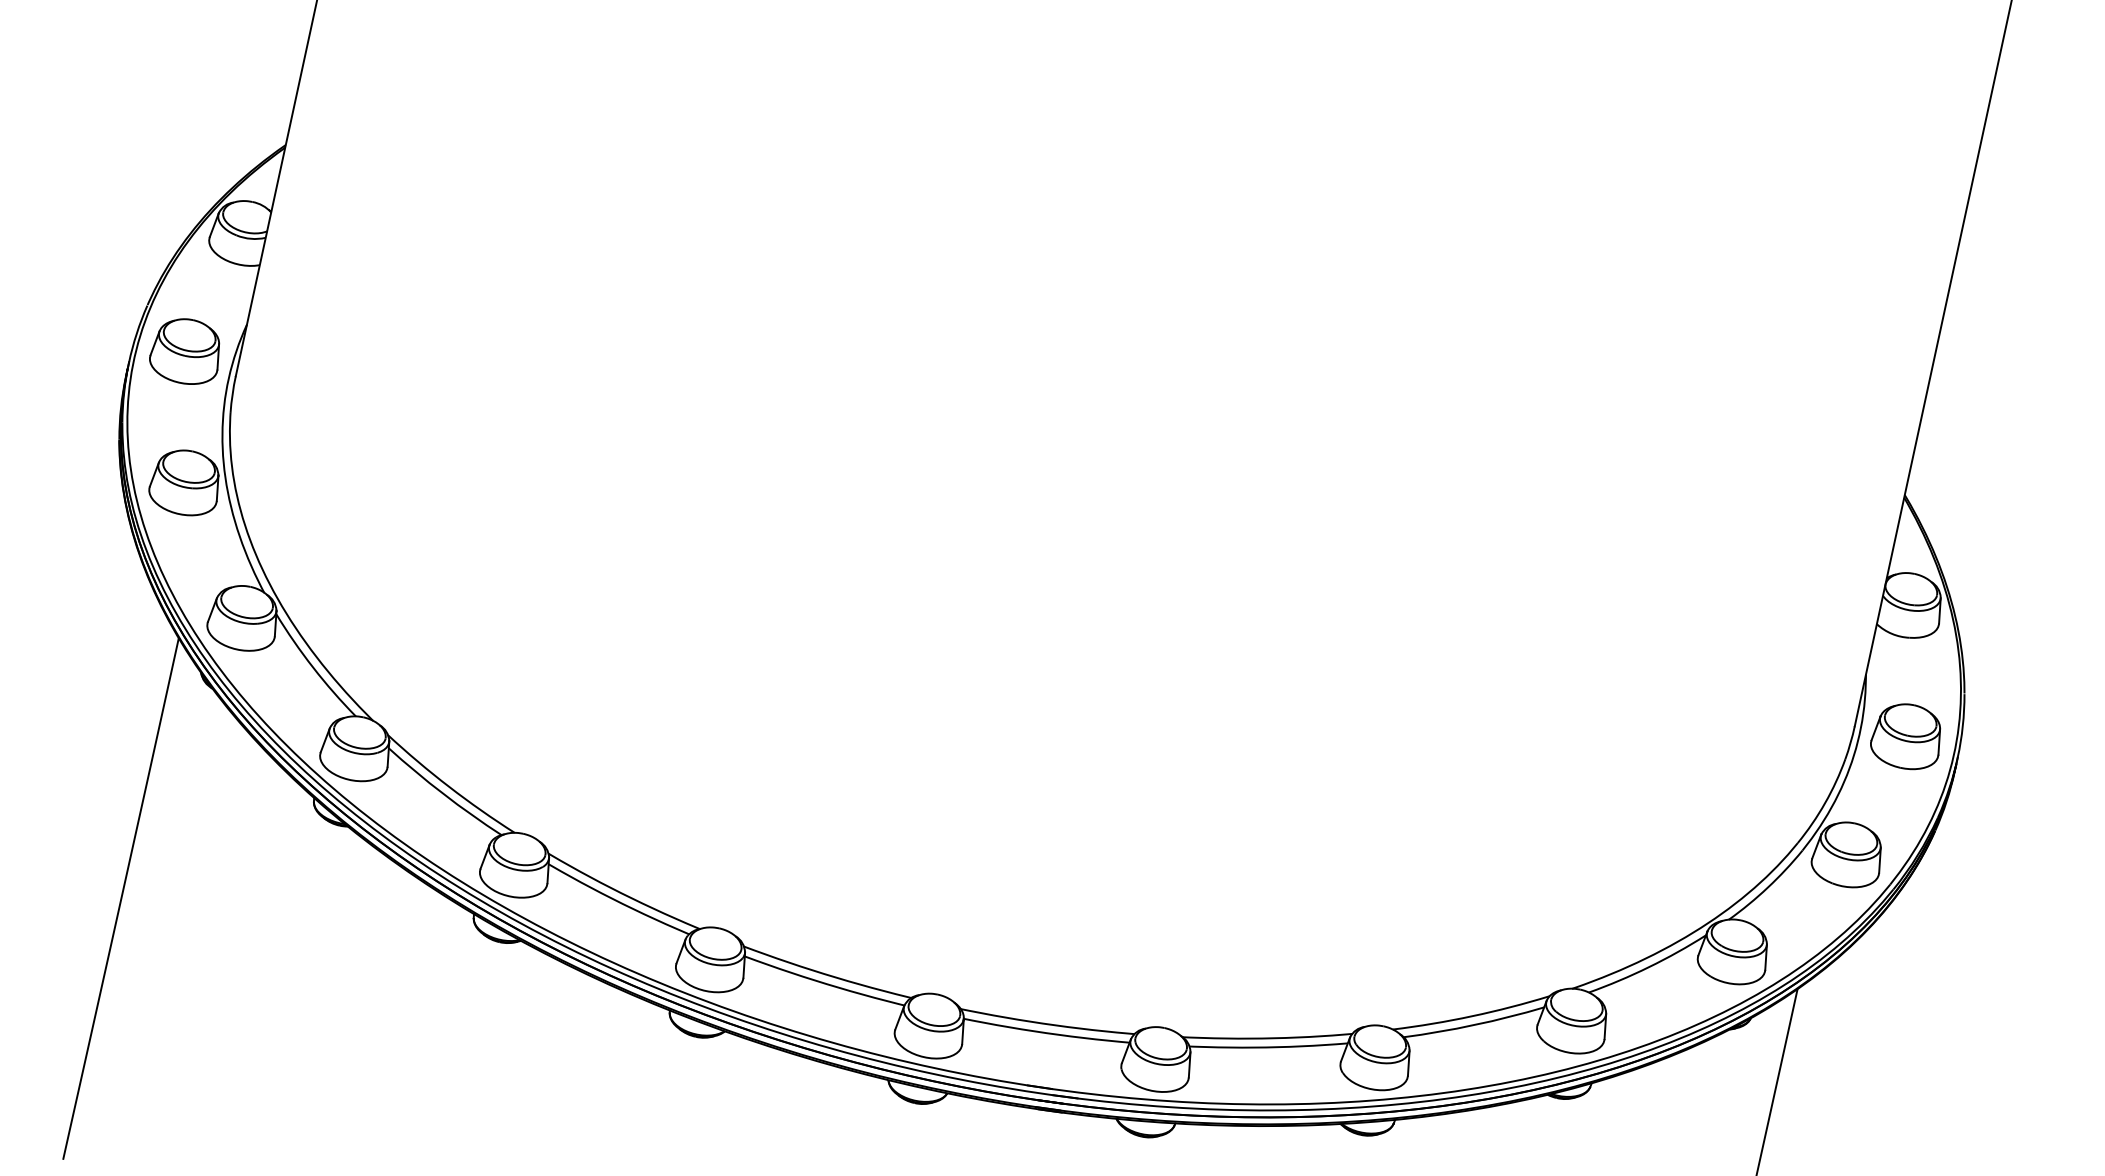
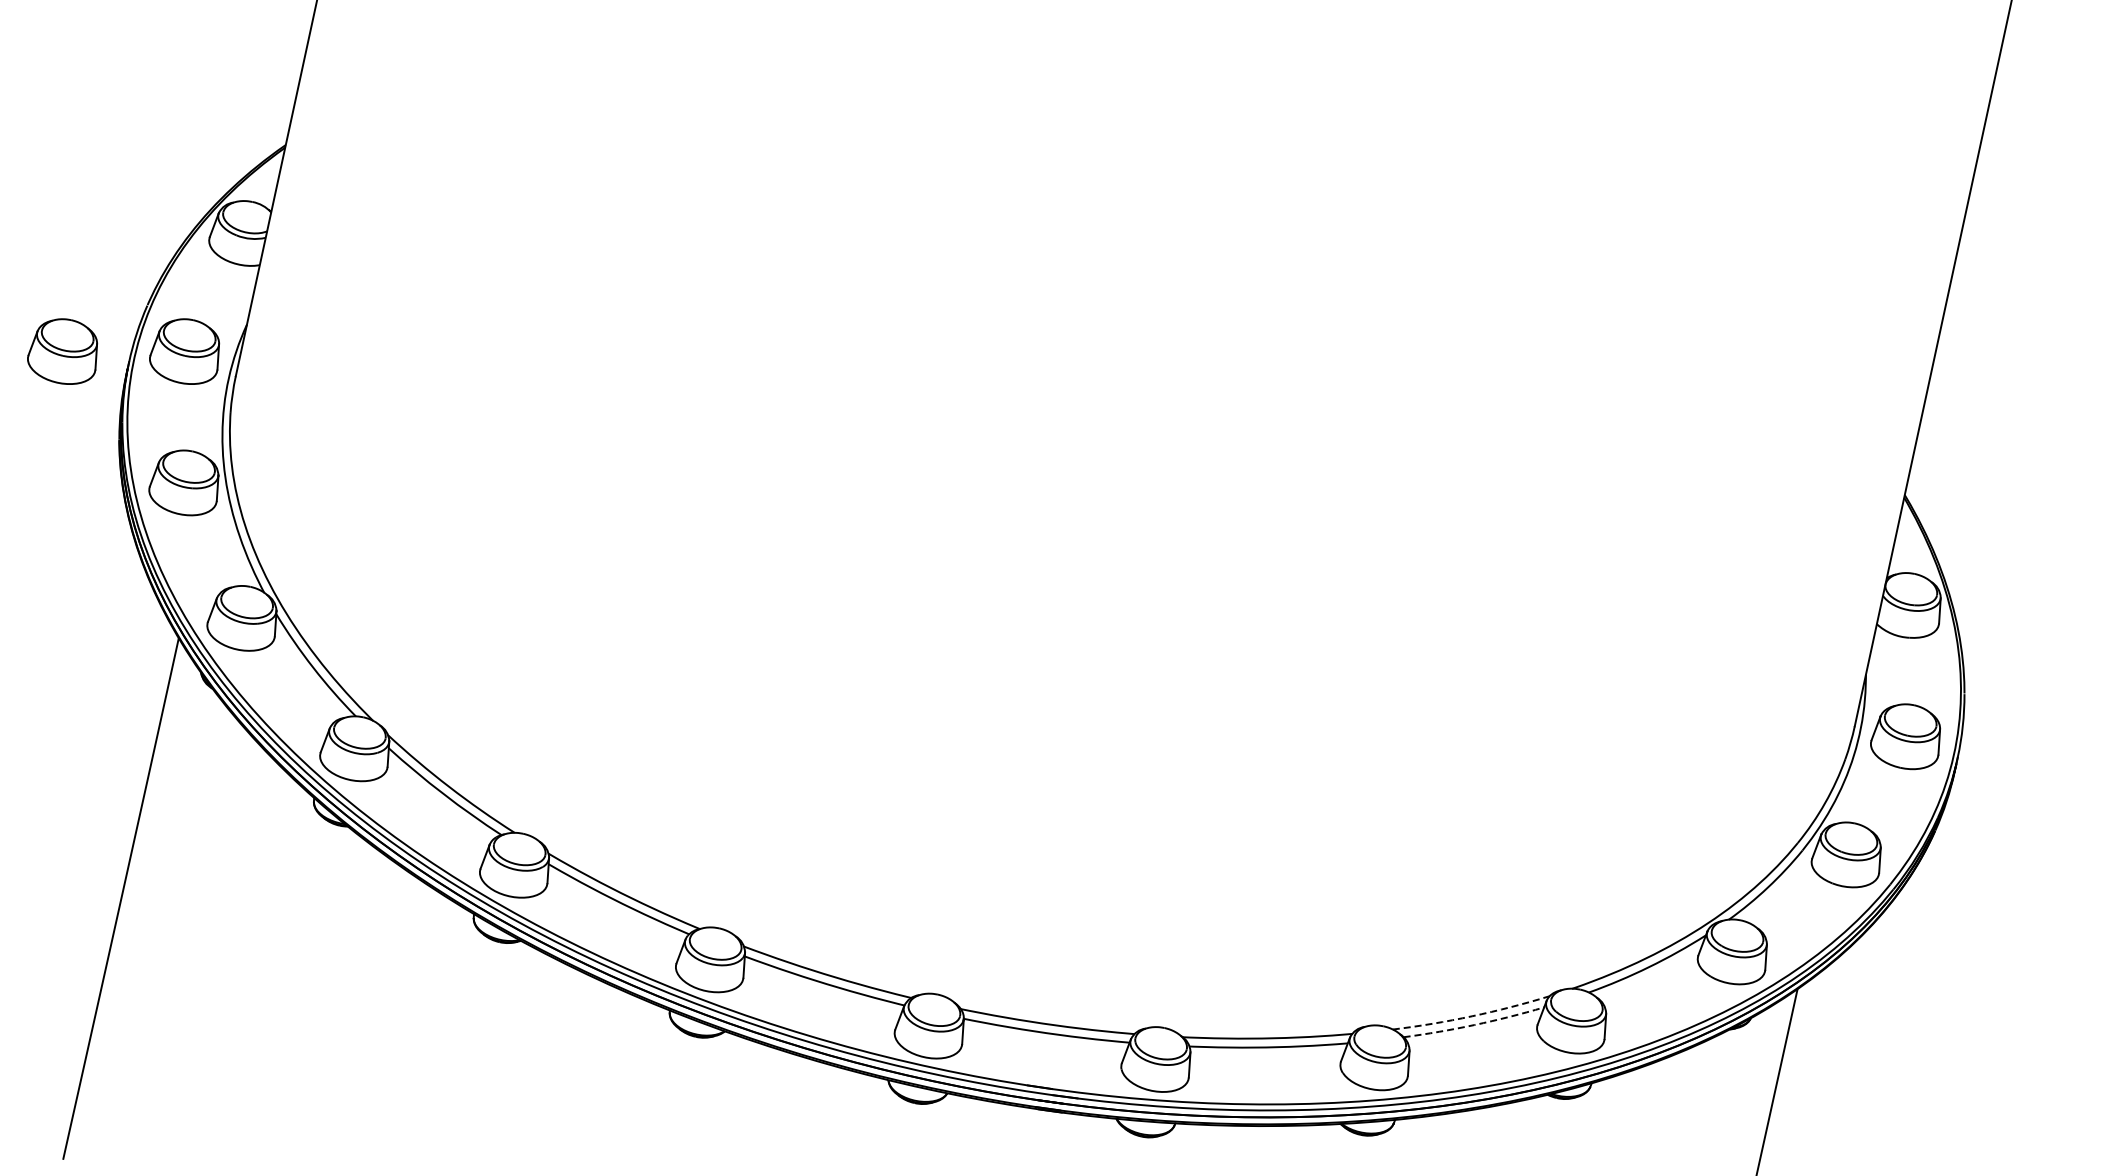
part at (62, 351): none -> present
arc at (1472, 1016): solid -> dashed
arc at (1474, 1025): solid -> dashed
